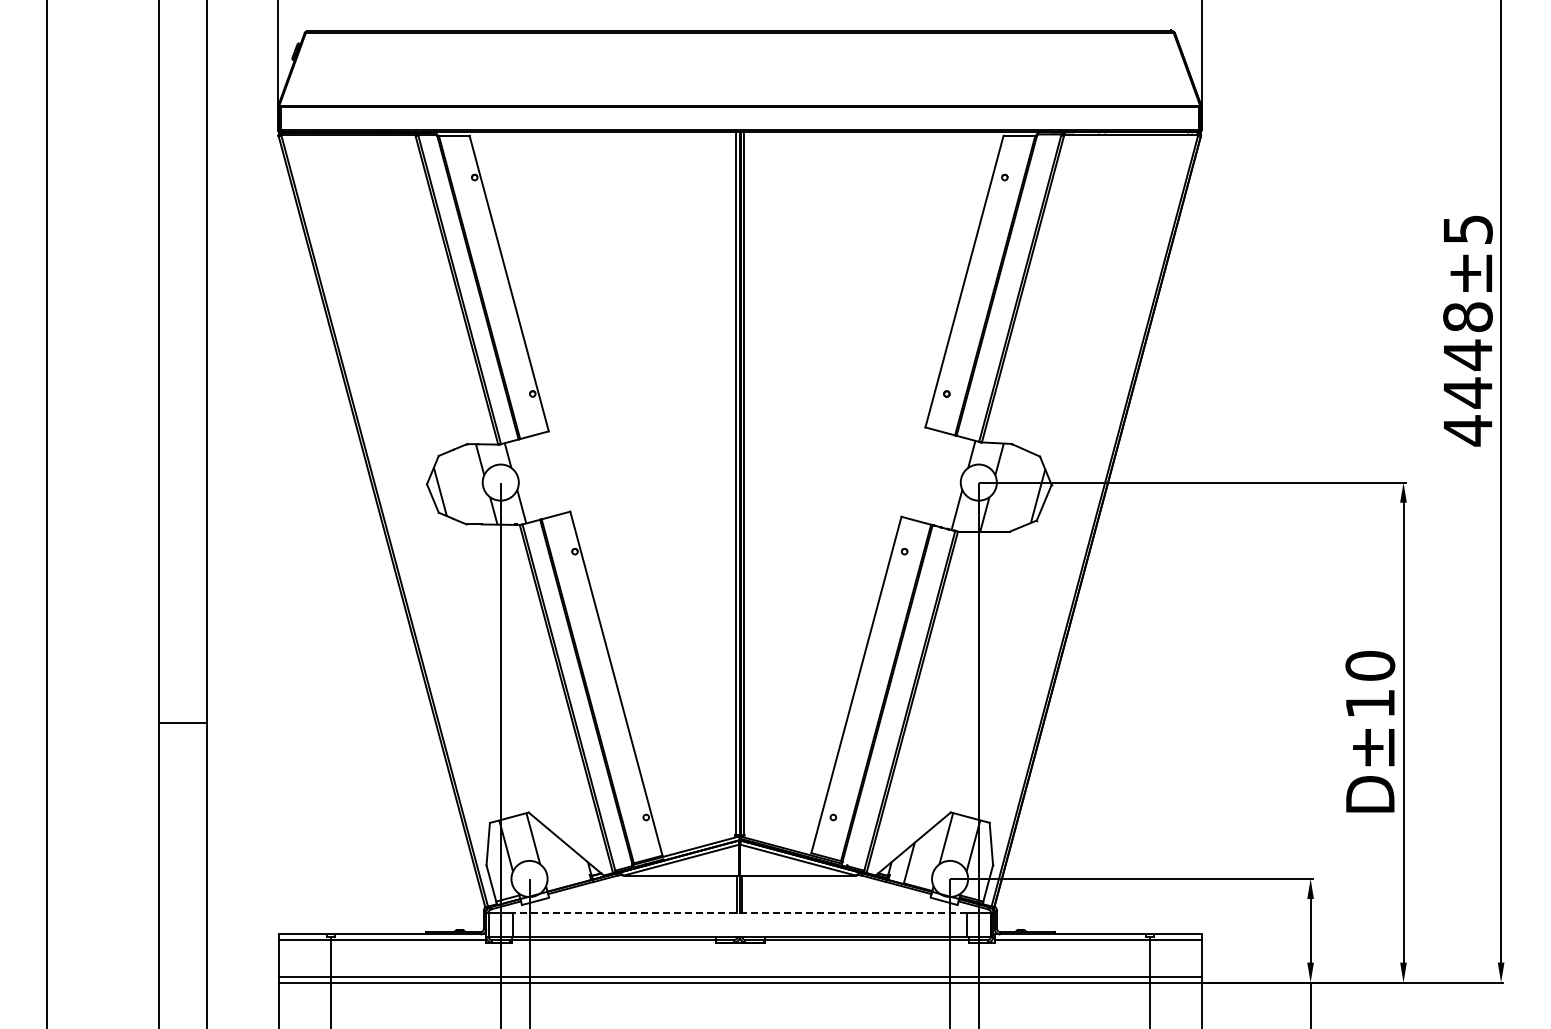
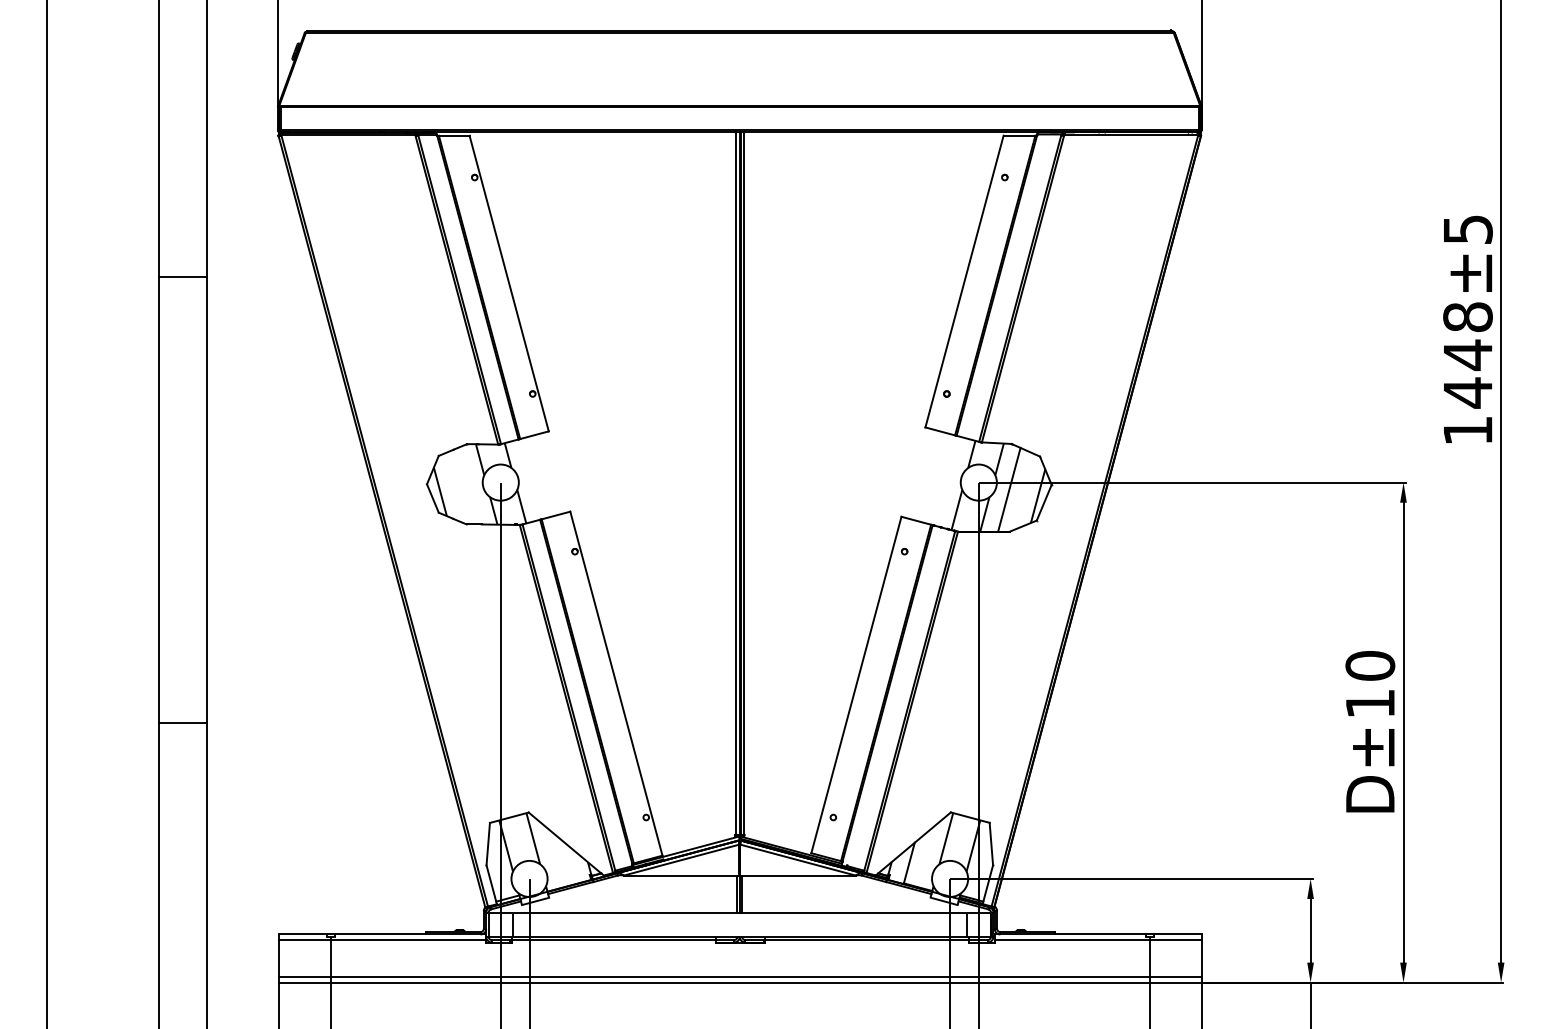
line at (182, 276): none -> present
text at (1468, 430): 4448±5 -> 1448±5
line at (1009, 489): none -> present
line at (739, 912): dashed -> solid
